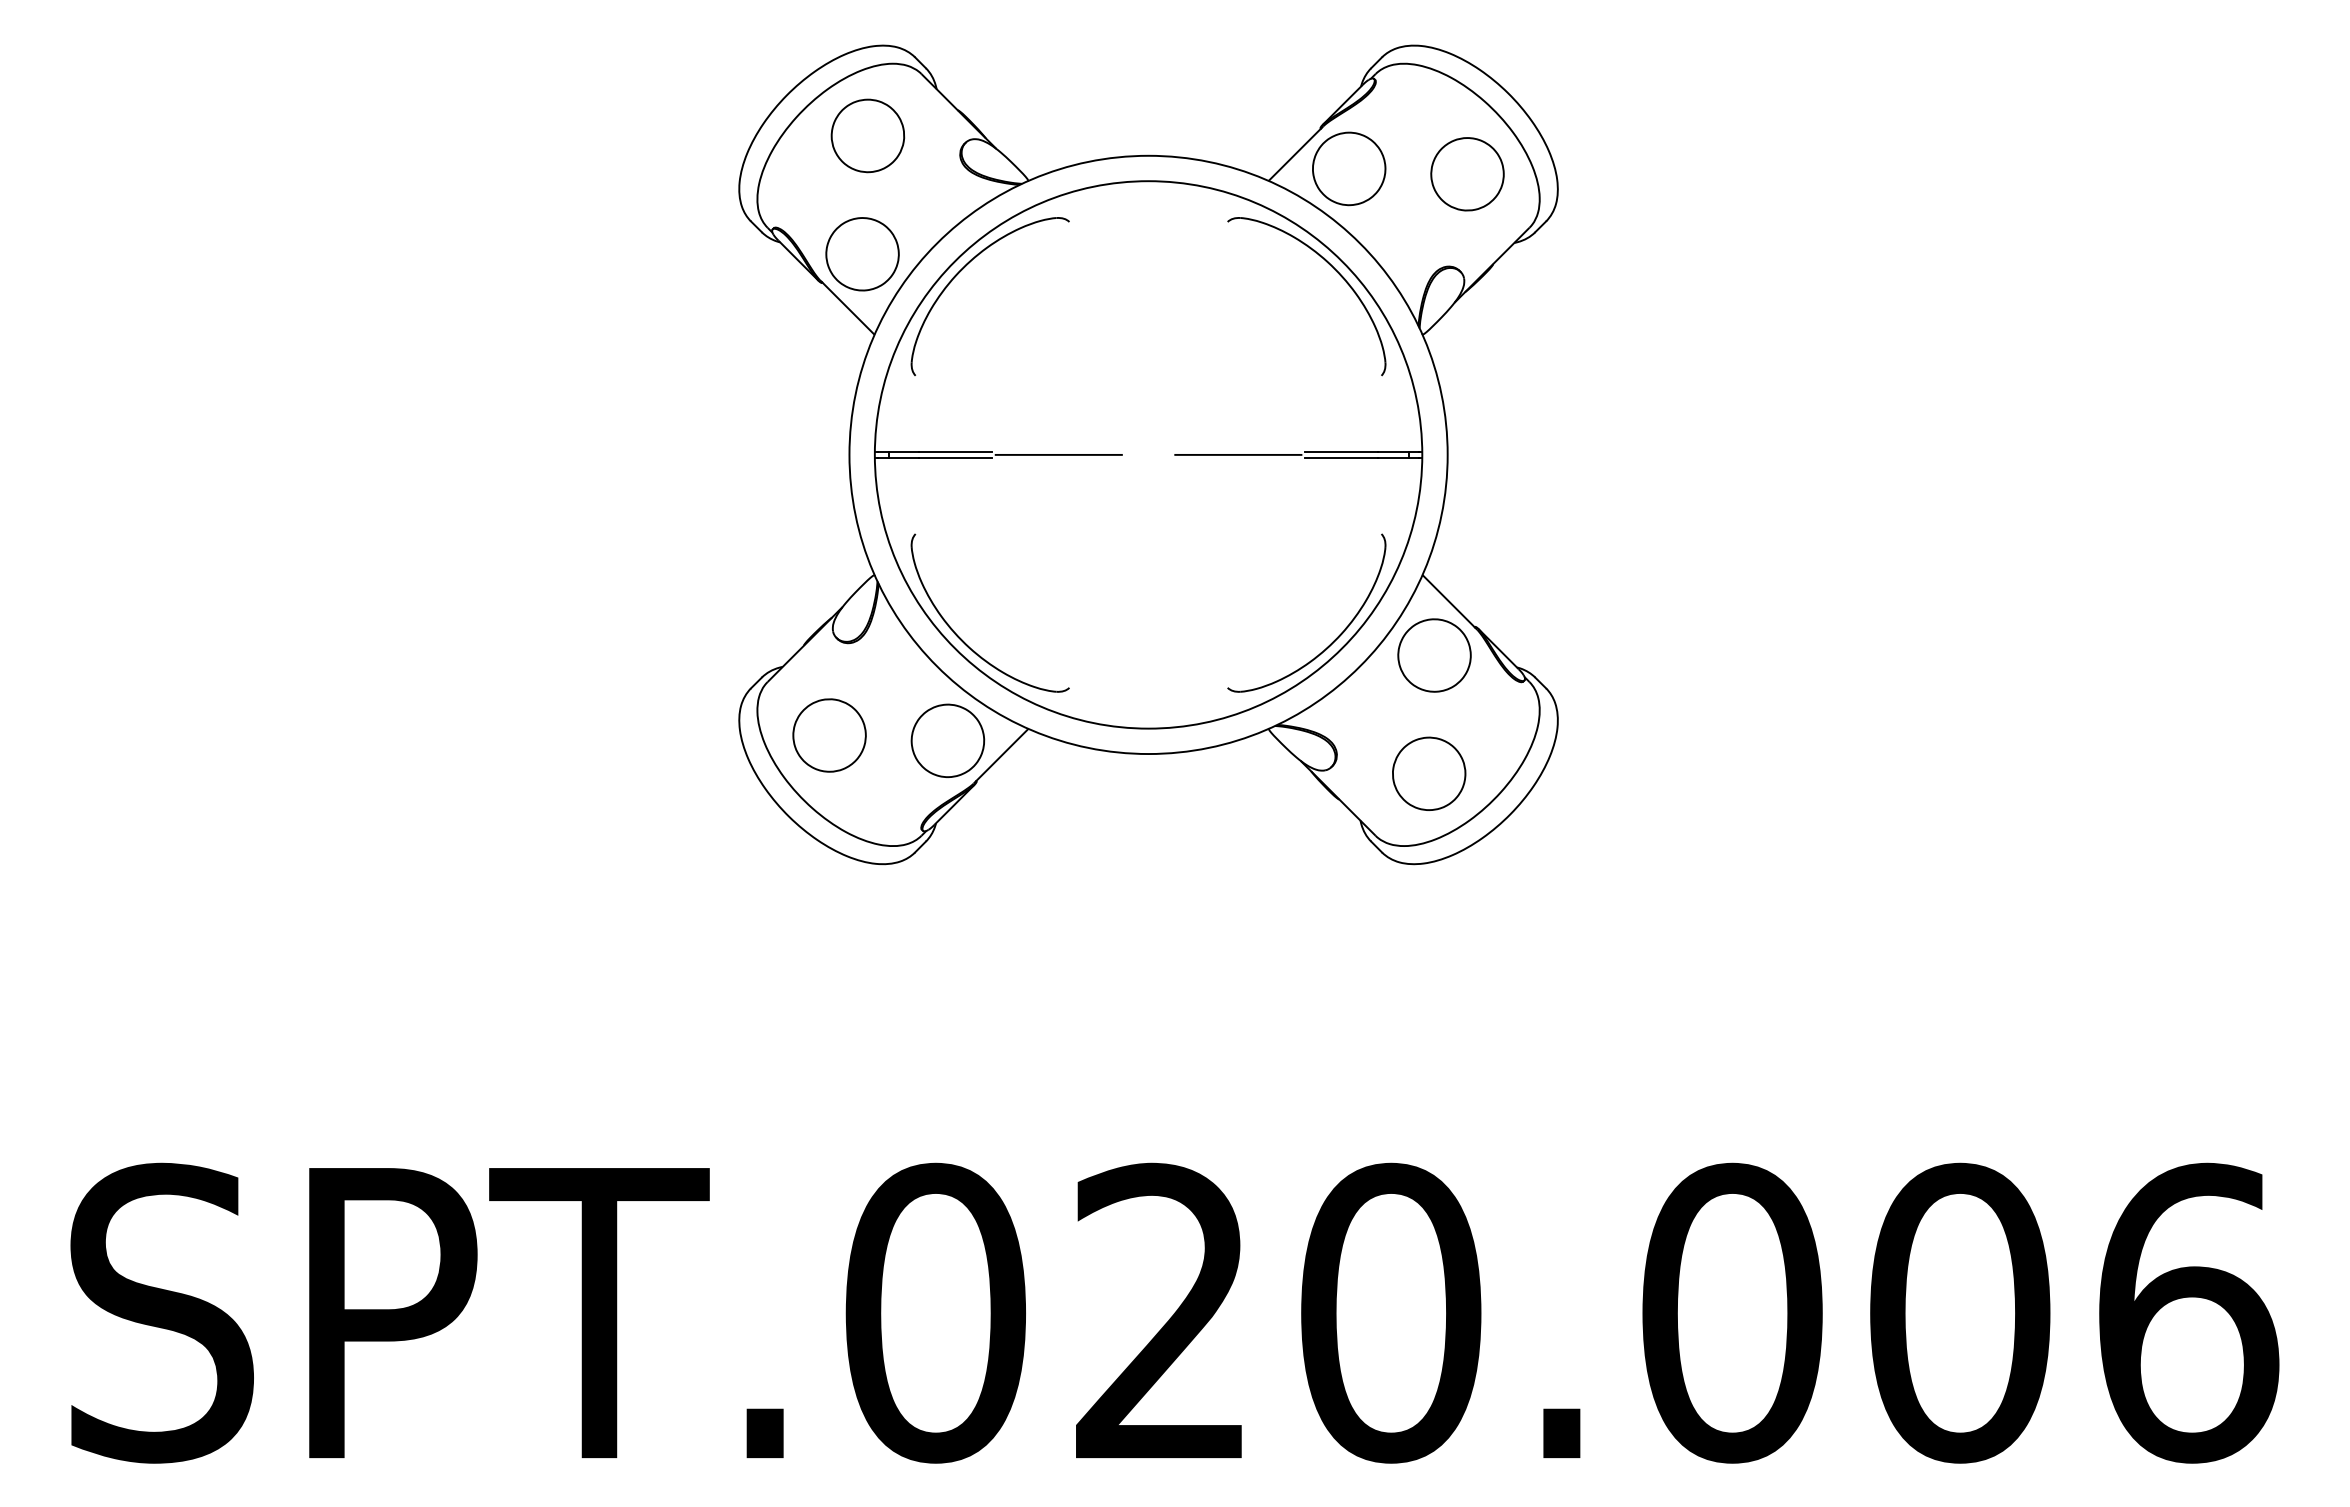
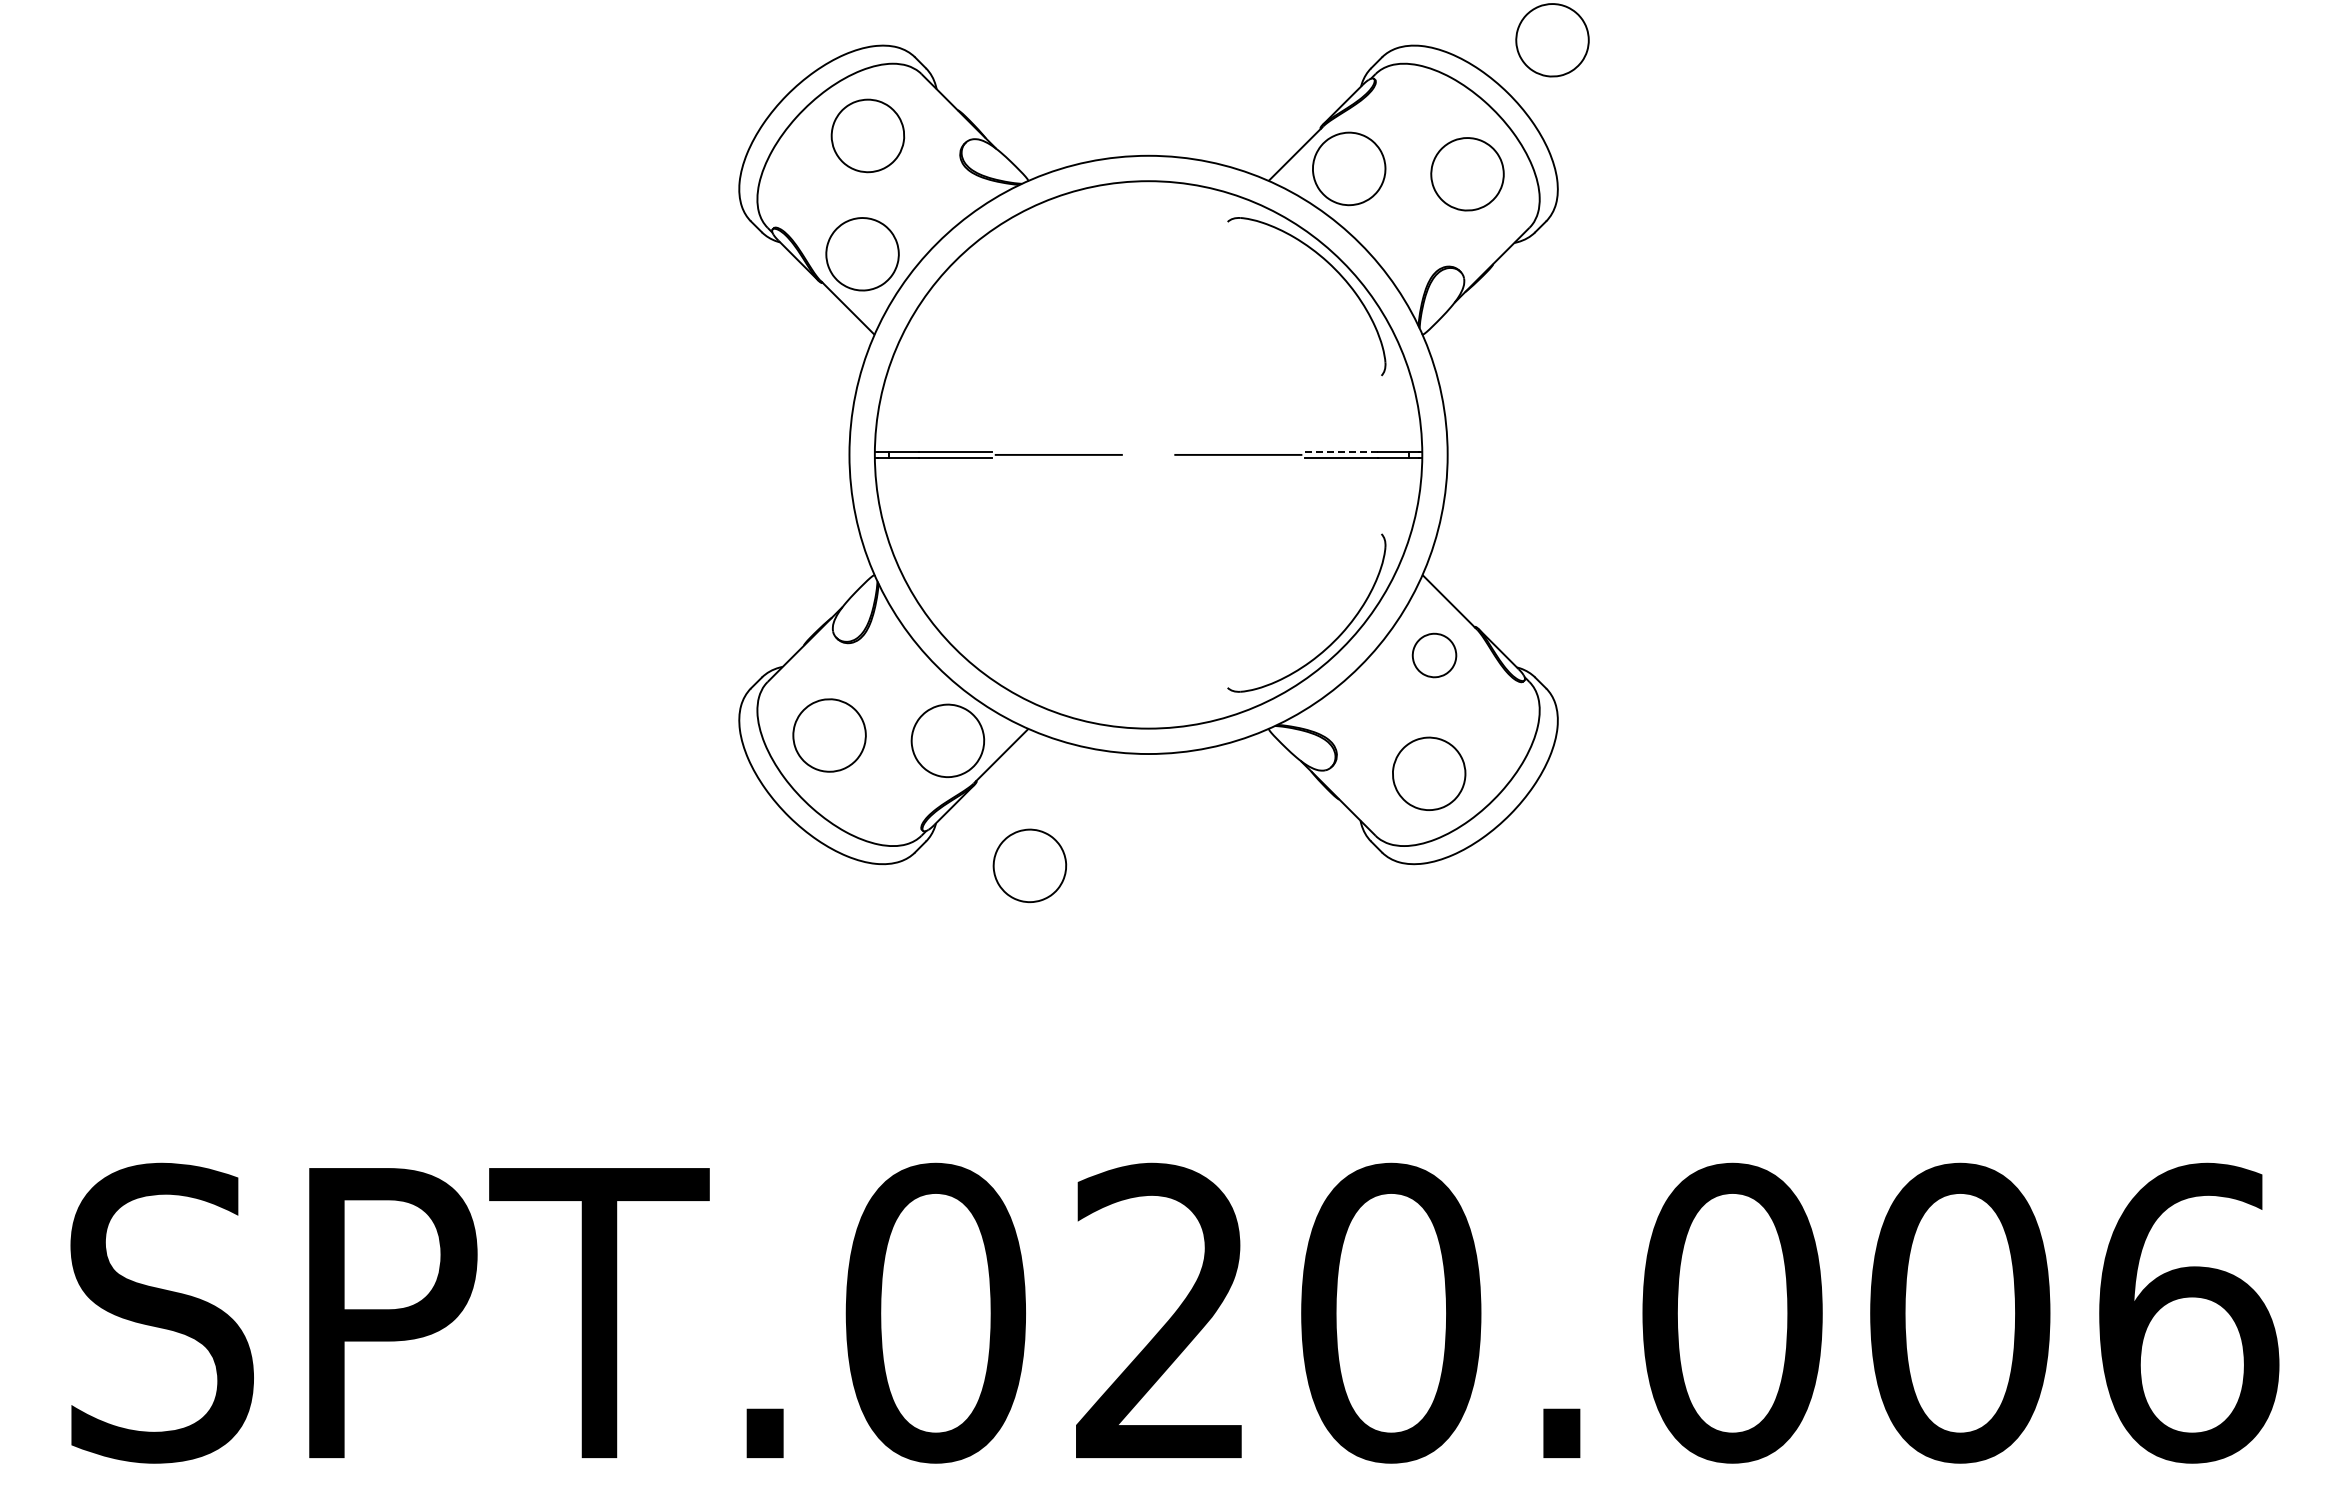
part at (1552, 40): none -> present
part at (963, 269): present -> none
line at (1340, 452): solid -> dashed
part at (962, 639): present -> none
part at (1434, 655) size: 75x75 px -> 47x47 px
part at (1029, 865): none -> present
